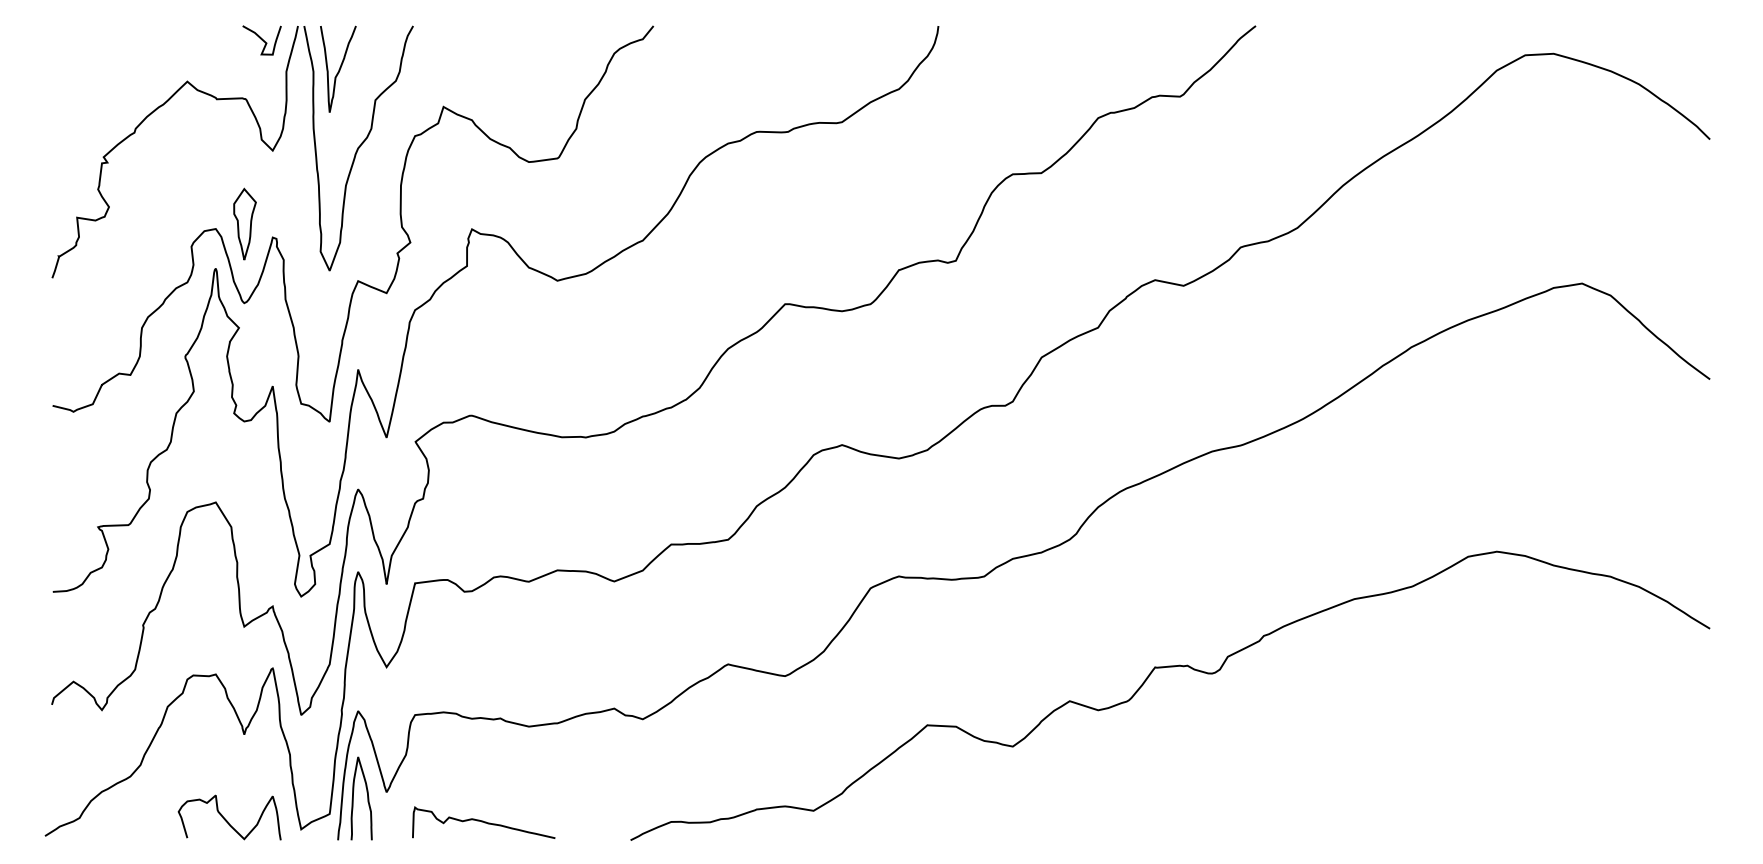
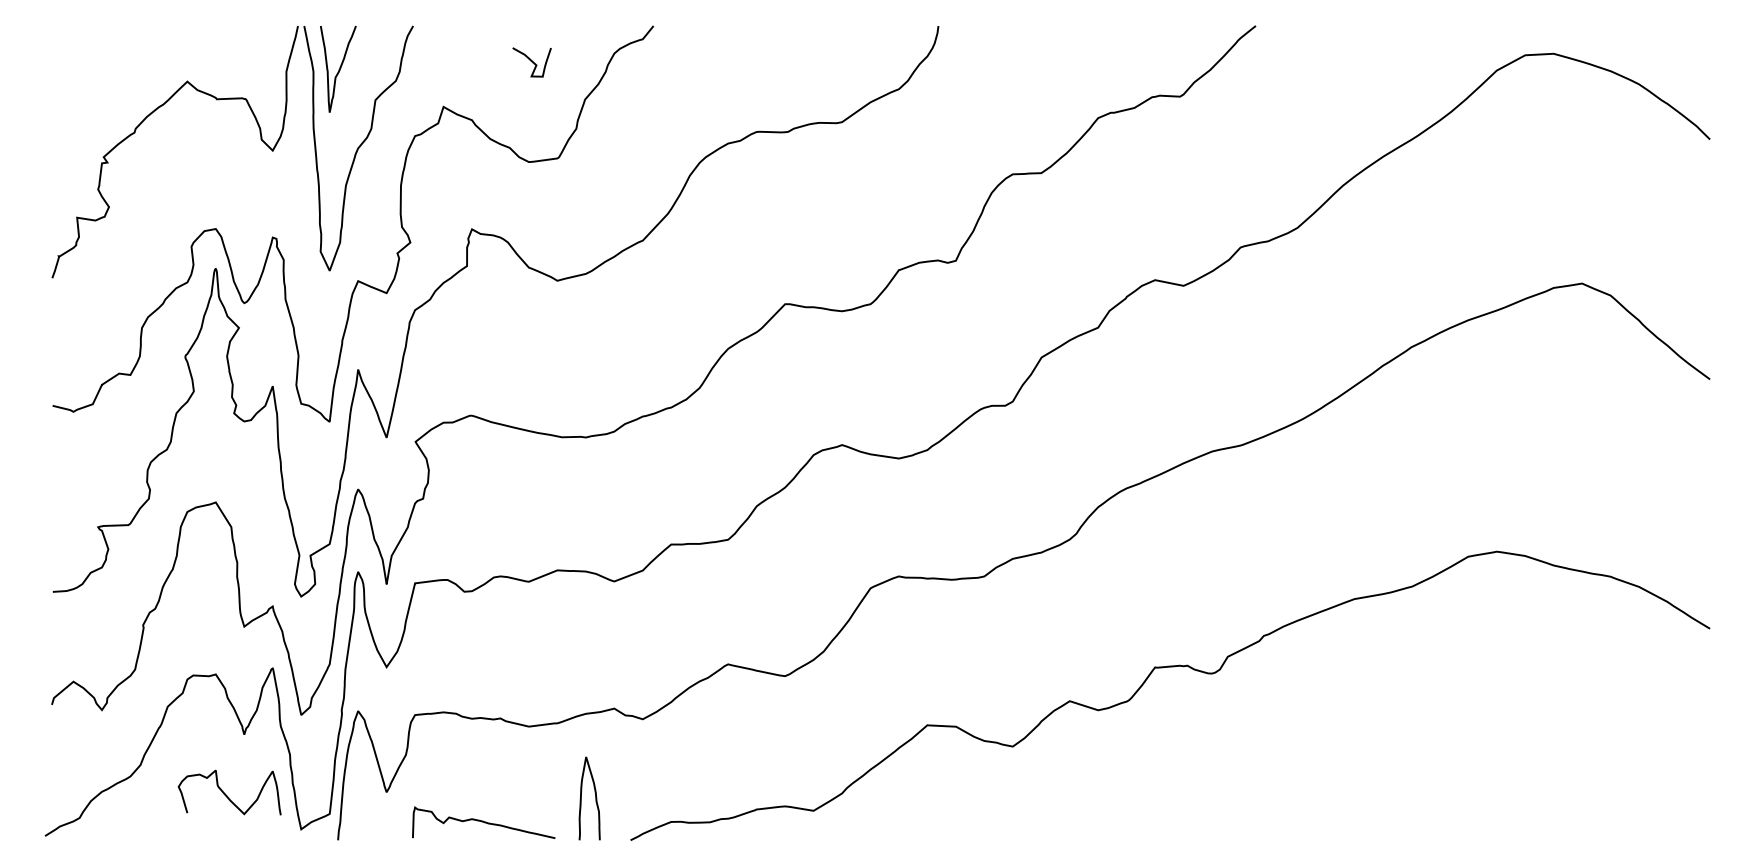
curve at (261, 40) position: (261, 40) -> (531, 62)
part at (244, 223): present -> none
curve at (367, 798) position: (367, 798) -> (595, 798)
curve at (226, 819) position: (226, 819) -> (226, 794)
